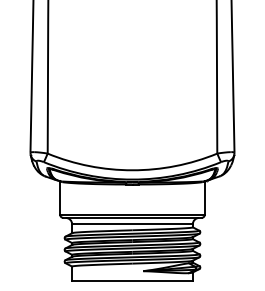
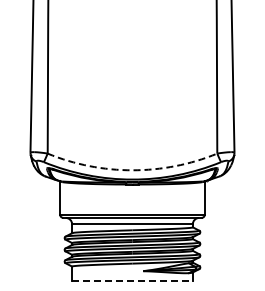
arc at (132, 170): solid -> dashed
line at (132, 281): solid -> dashed
